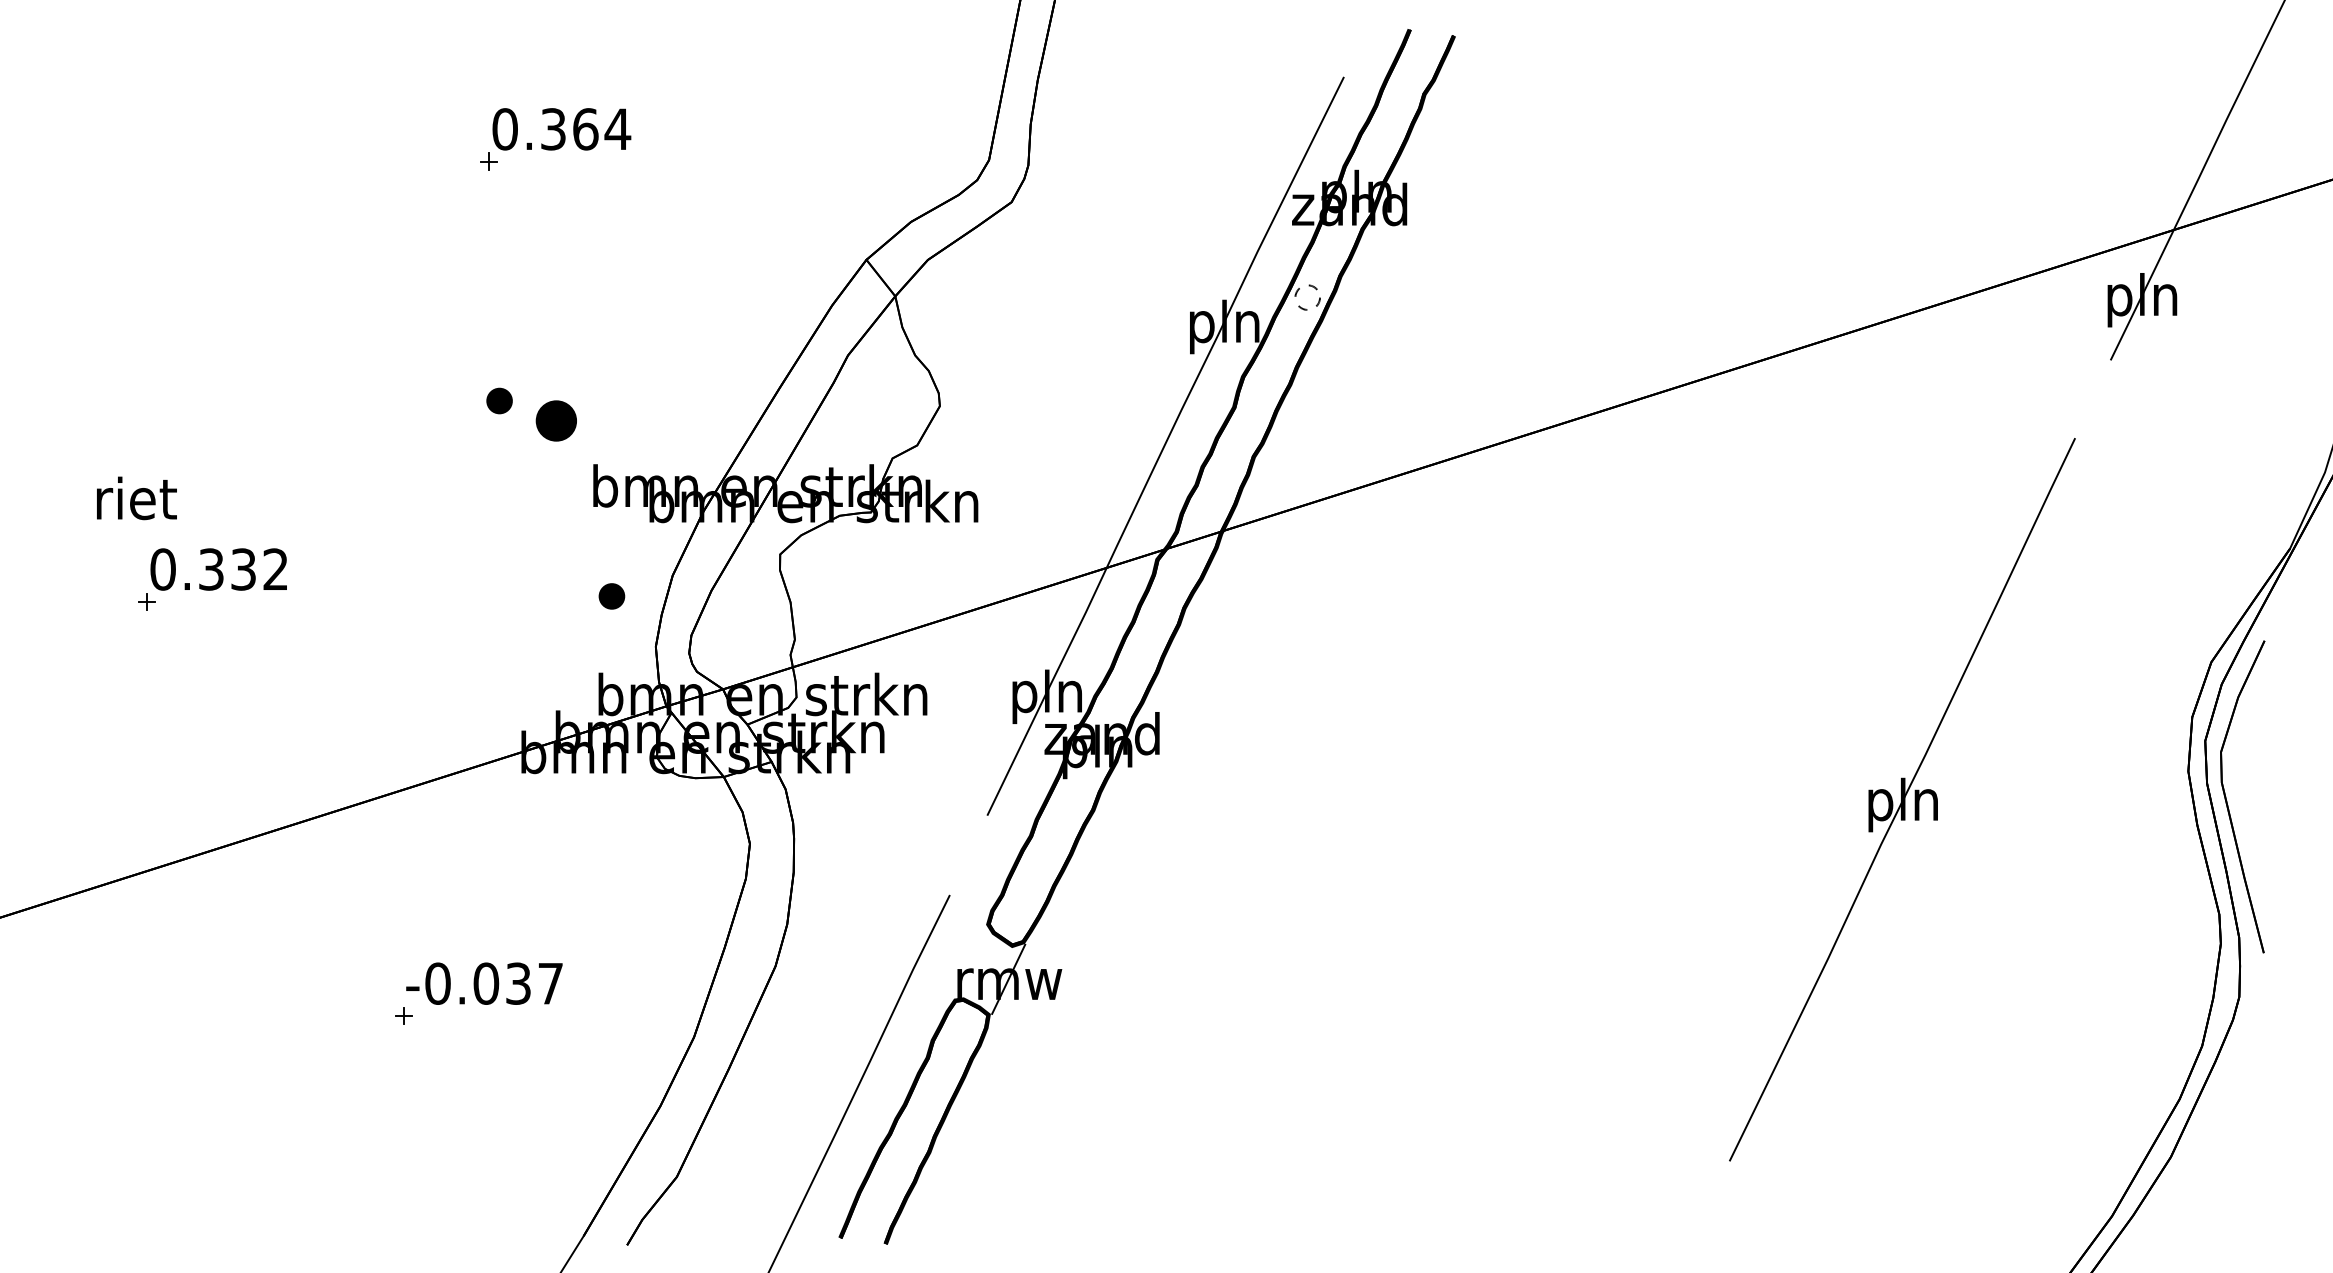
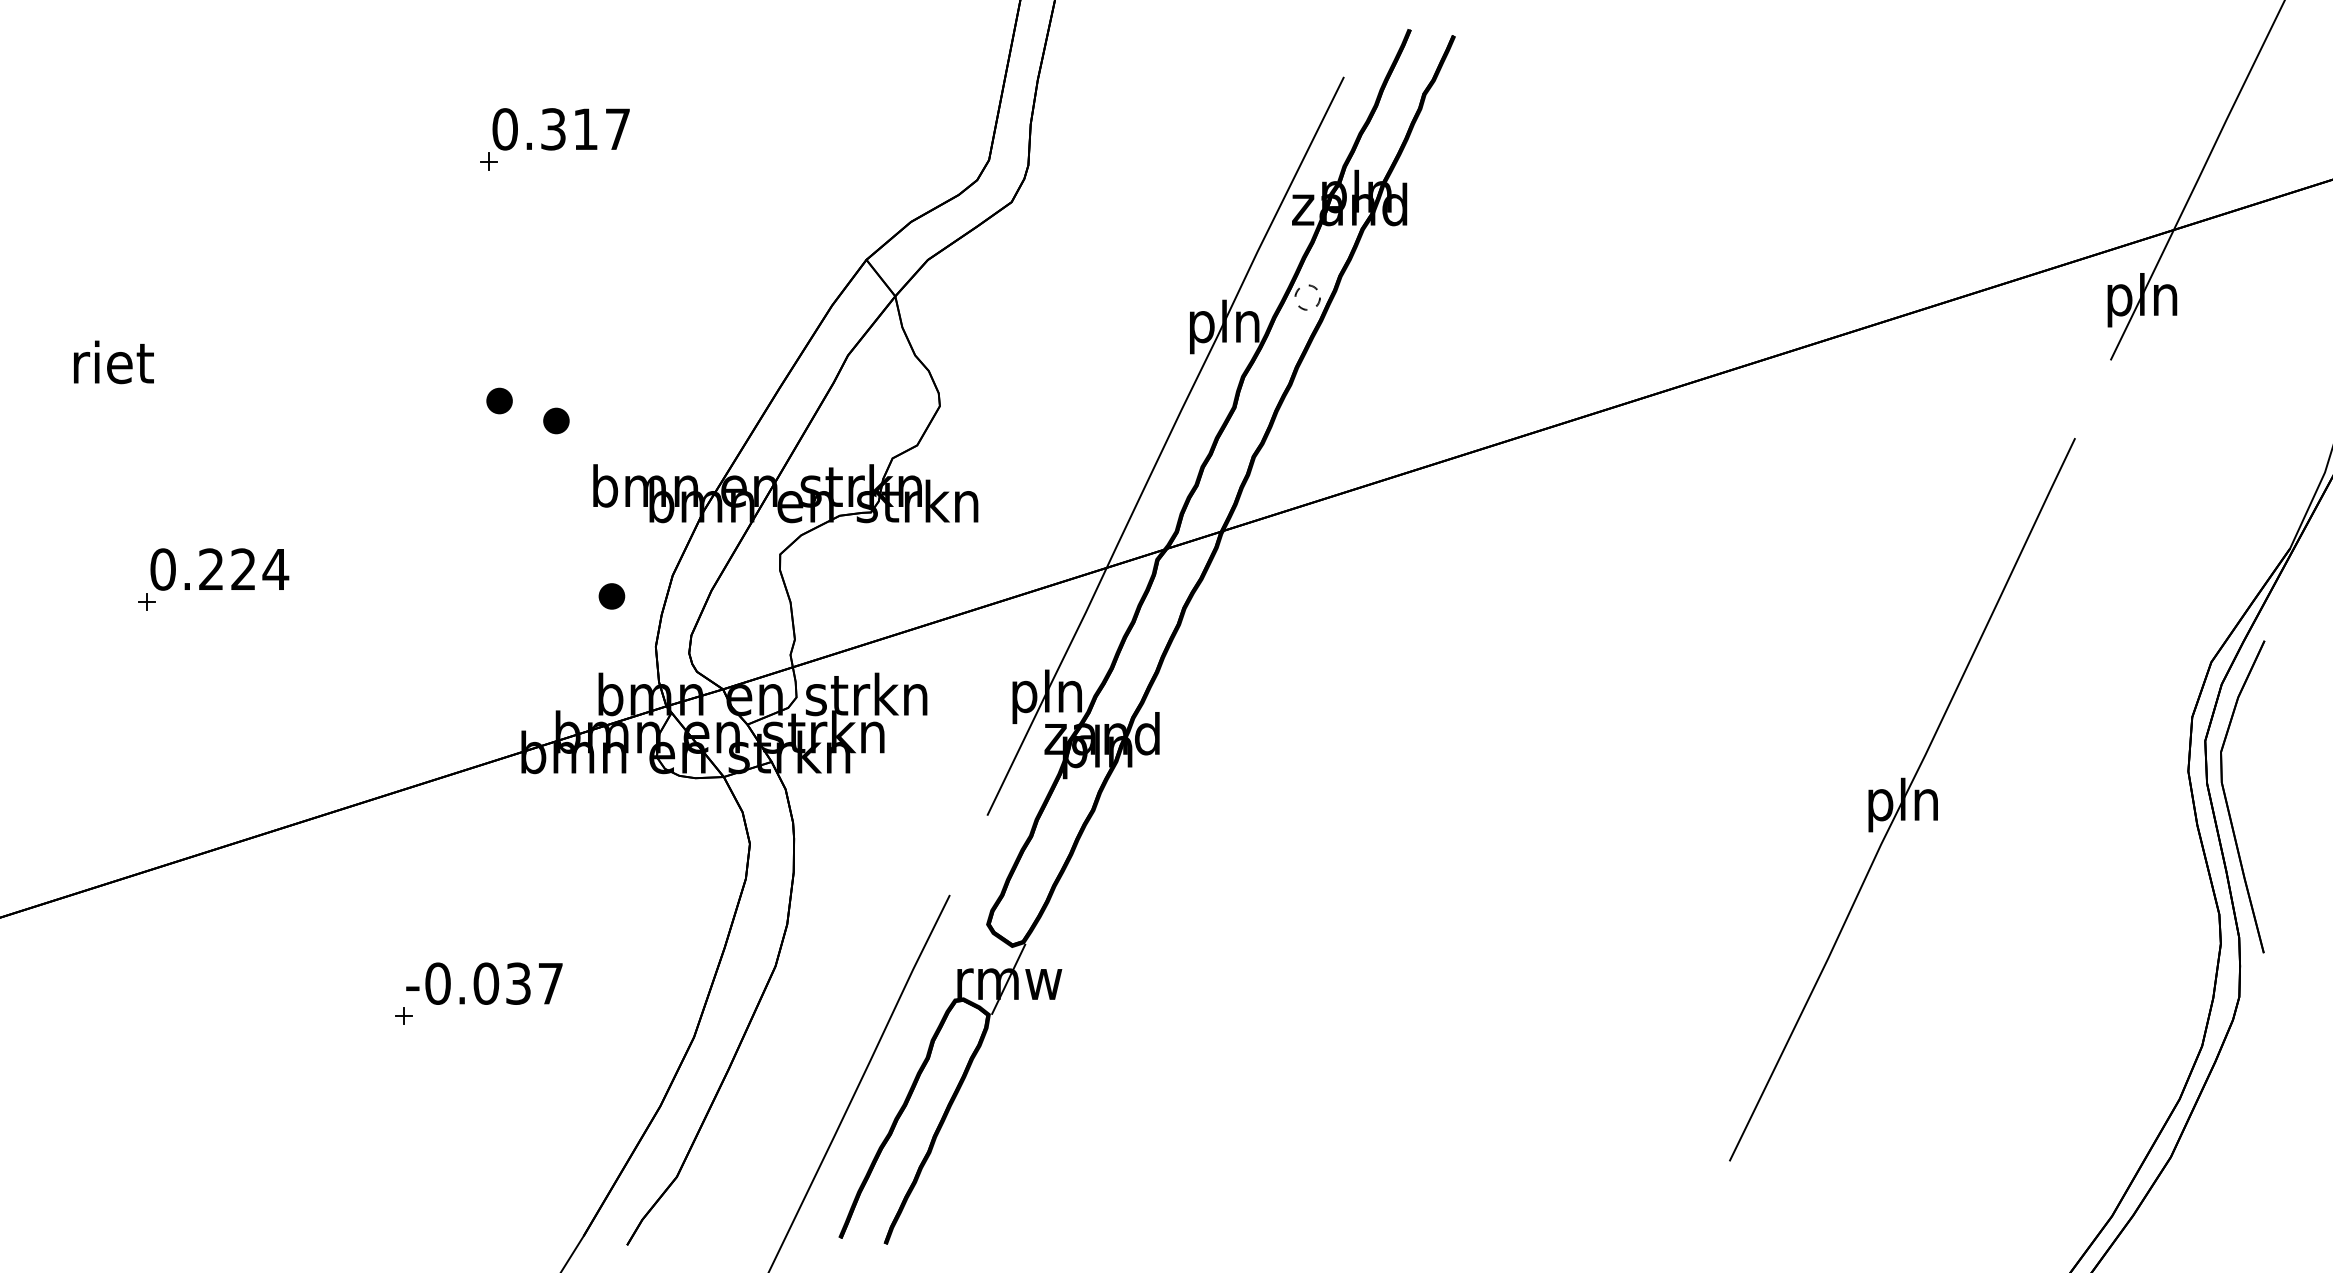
text at (602, 129): 0.364 -> 0.317
part at (555, 420) size: 42x42 px -> 27x28 px
text at (136, 498) position: (136, 498) -> (113, 362)
text at (244, 569): 0.332 -> 0.224
